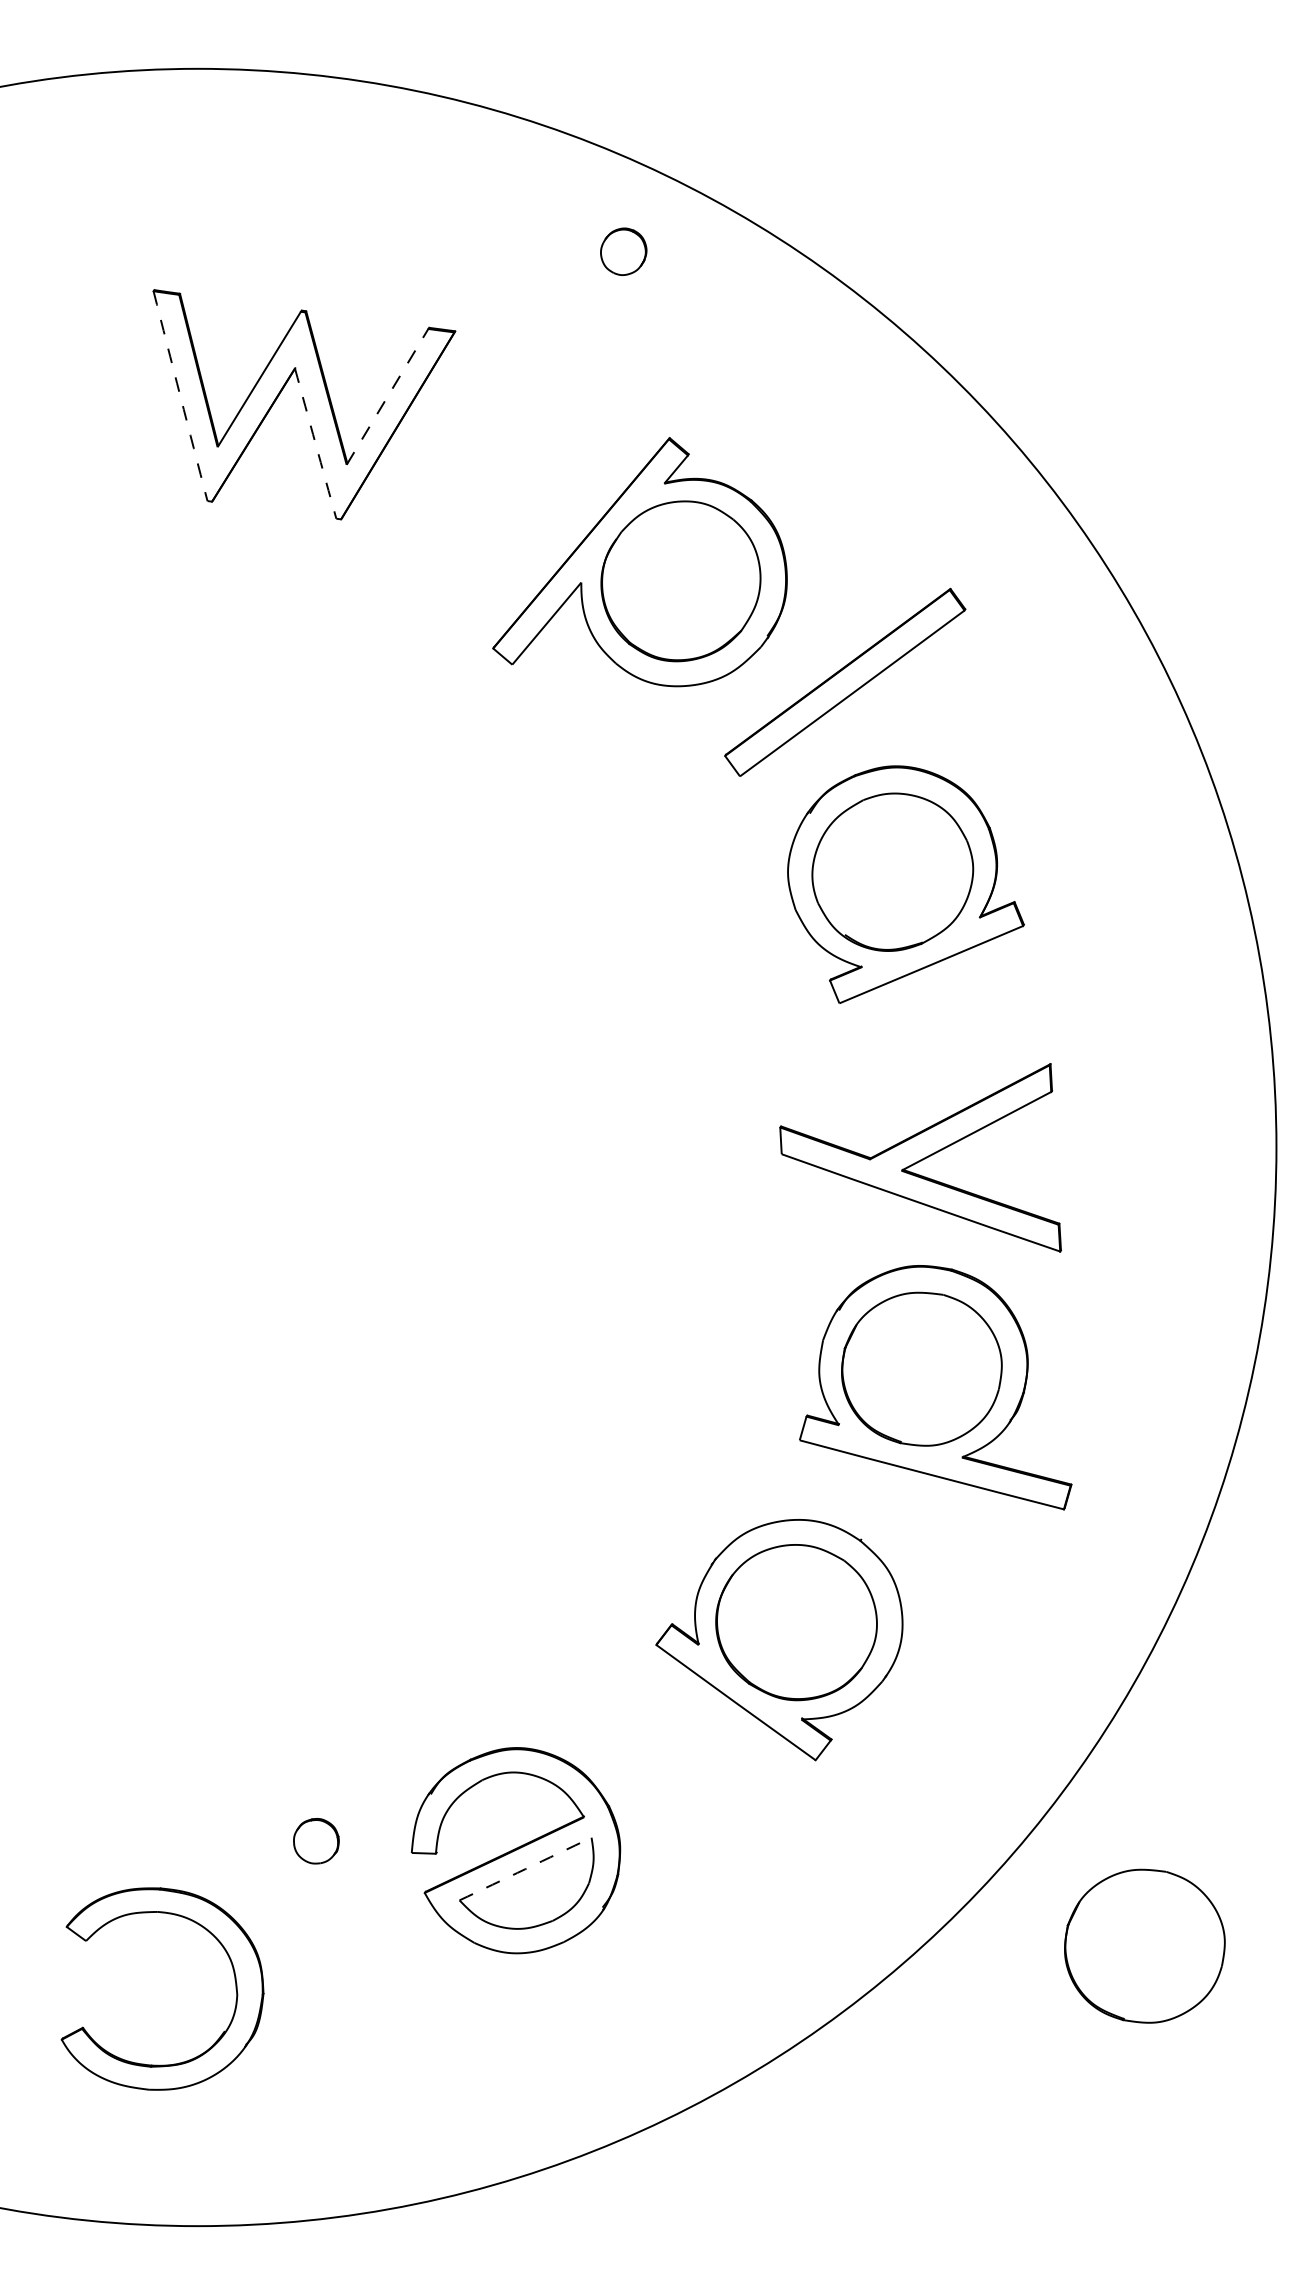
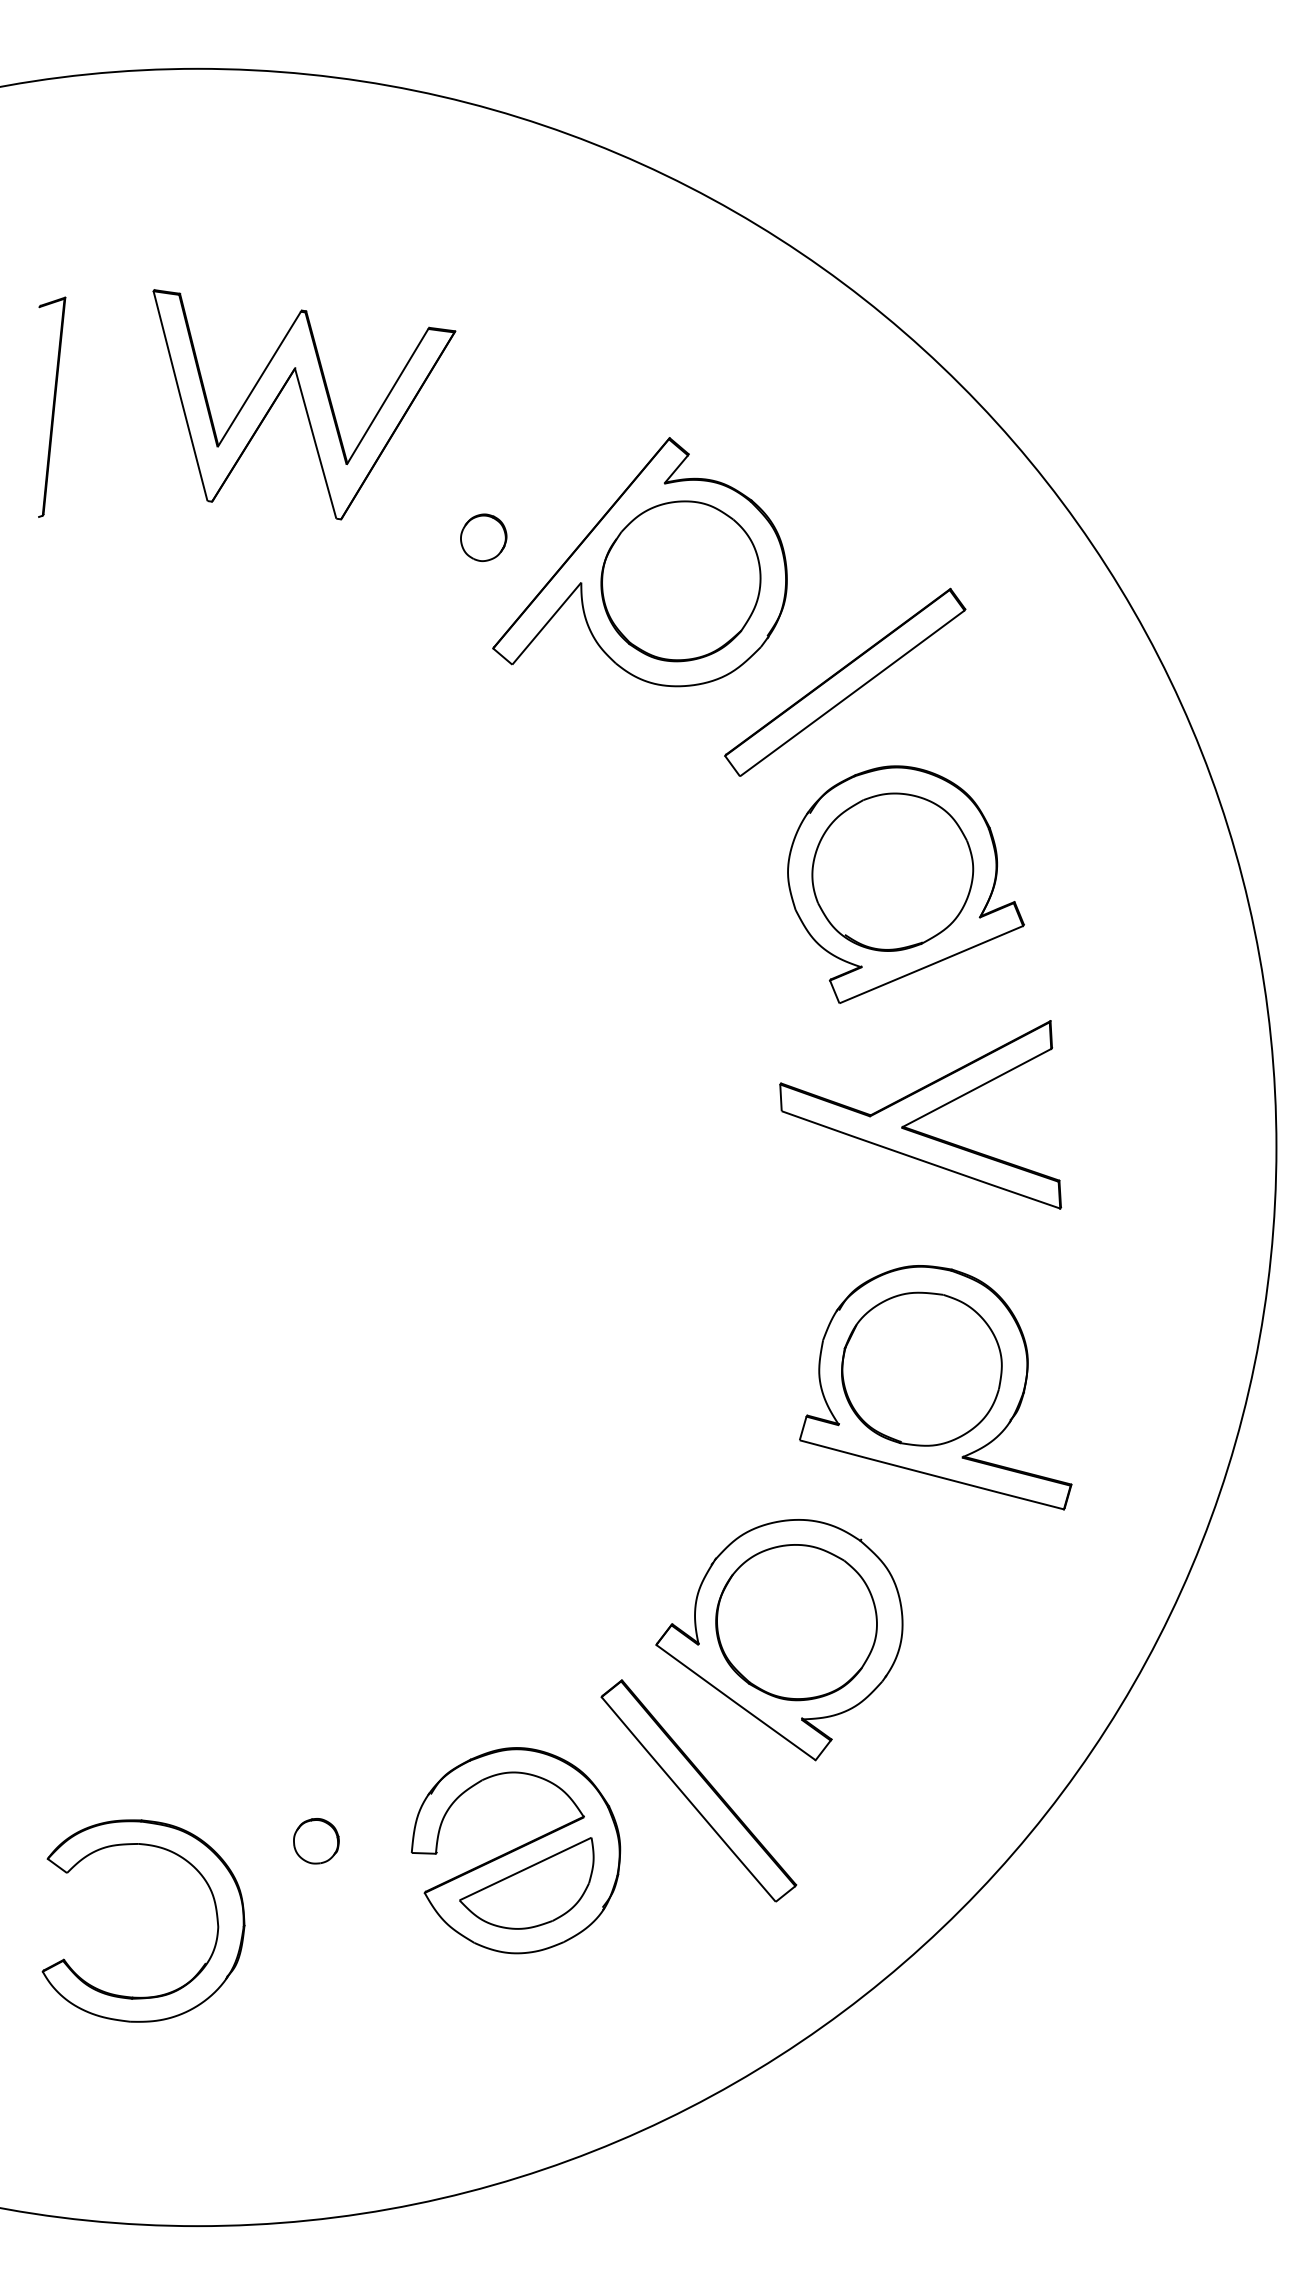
part at (623, 251) position: (623, 251) -> (483, 537)
arc at (180, 396): dashed -> solid
line at (387, 396): dashed -> solid
part at (52, 406): none -> present
arc at (315, 443): dashed -> solid
part at (920, 1157) position: (920, 1157) -> (920, 1114)
part at (698, 1790): none -> present
arc at (525, 1869): dashed -> solid
part at (209, 1933) position: (209, 1933) -> (190, 1865)
part at (1144, 1945): present -> none
